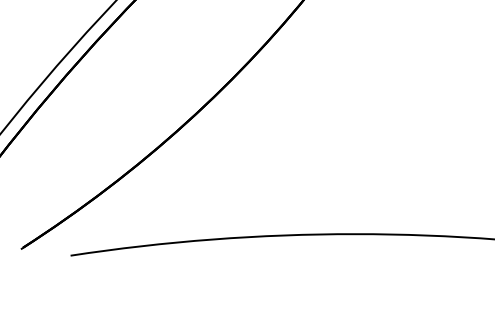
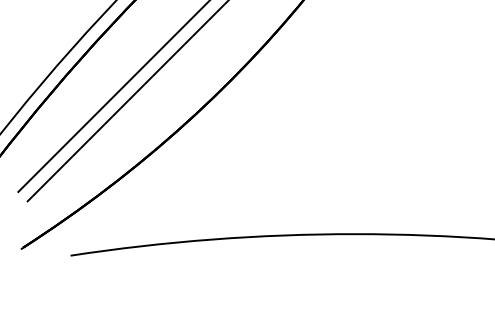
line at (113, 96): none -> present
line at (126, 101): none -> present
